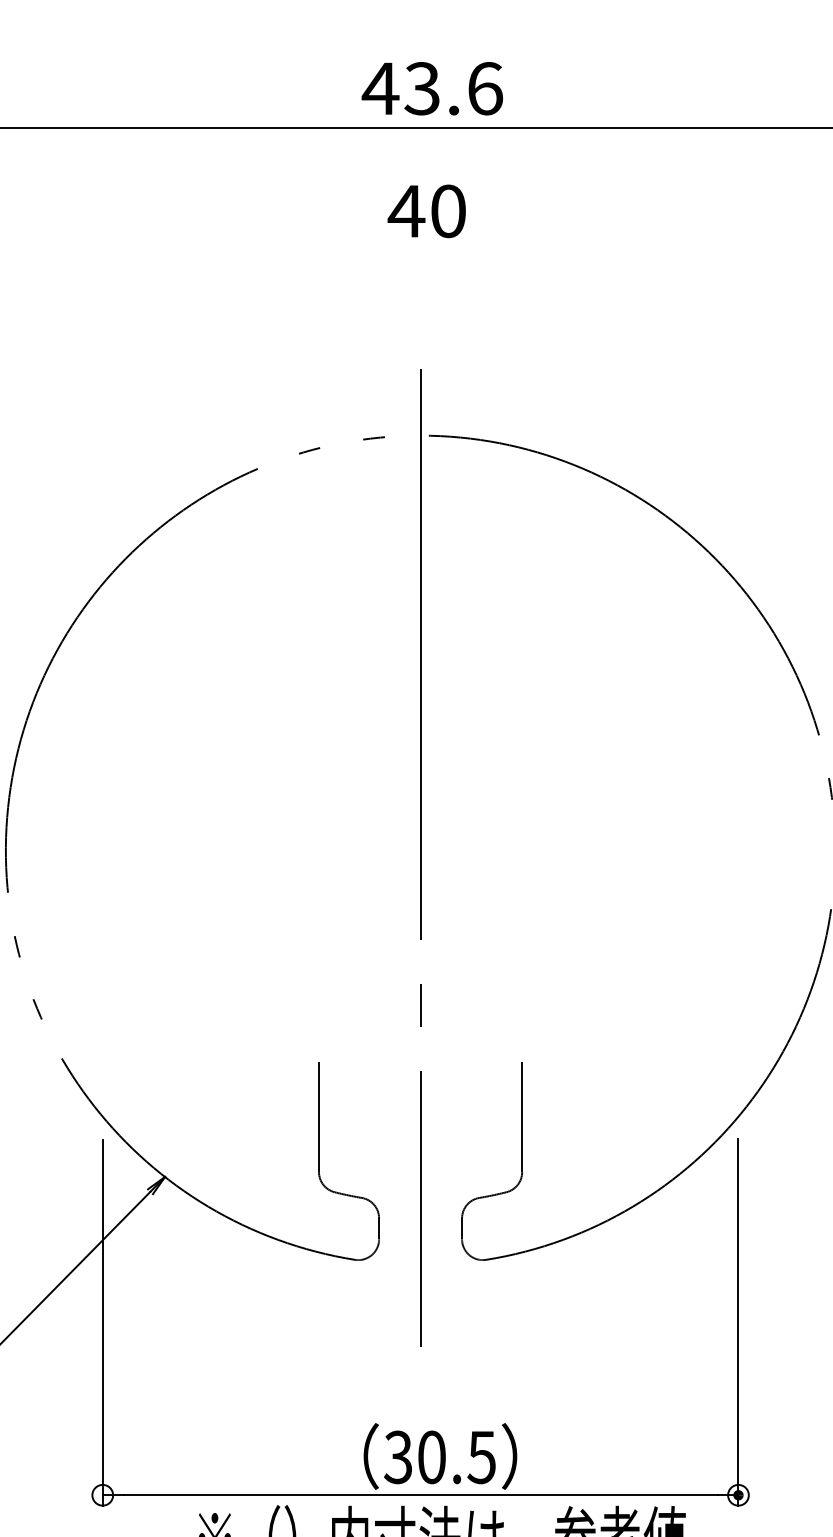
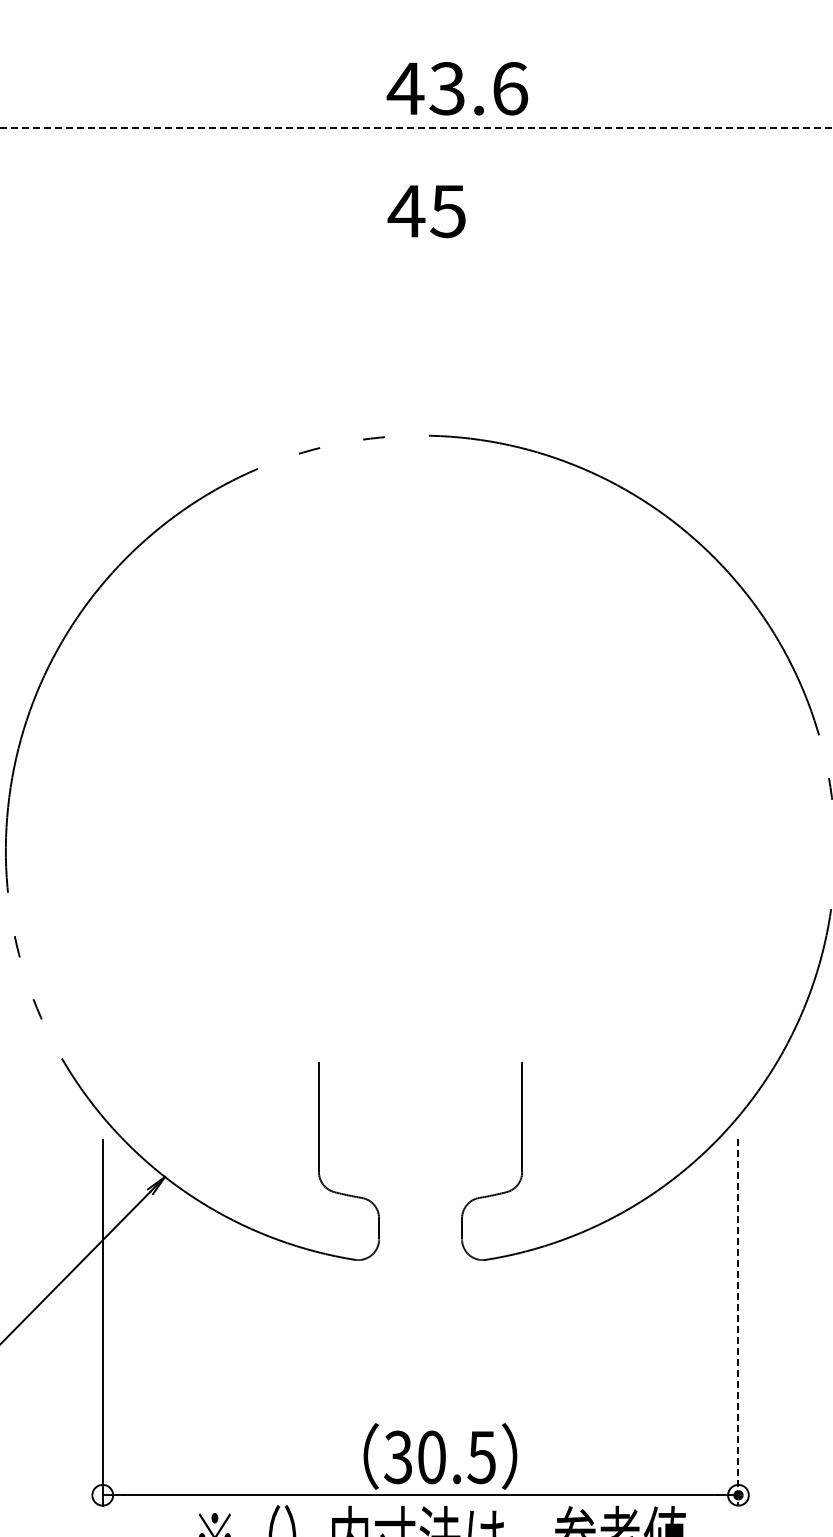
text at (431, 88) position: (431, 88) -> (456, 88)
line at (416, 127): solid -> dashed
text at (447, 211): 40 -> 45
line at (420, 857): present -> none
line at (738, 1323): solid -> dashed
